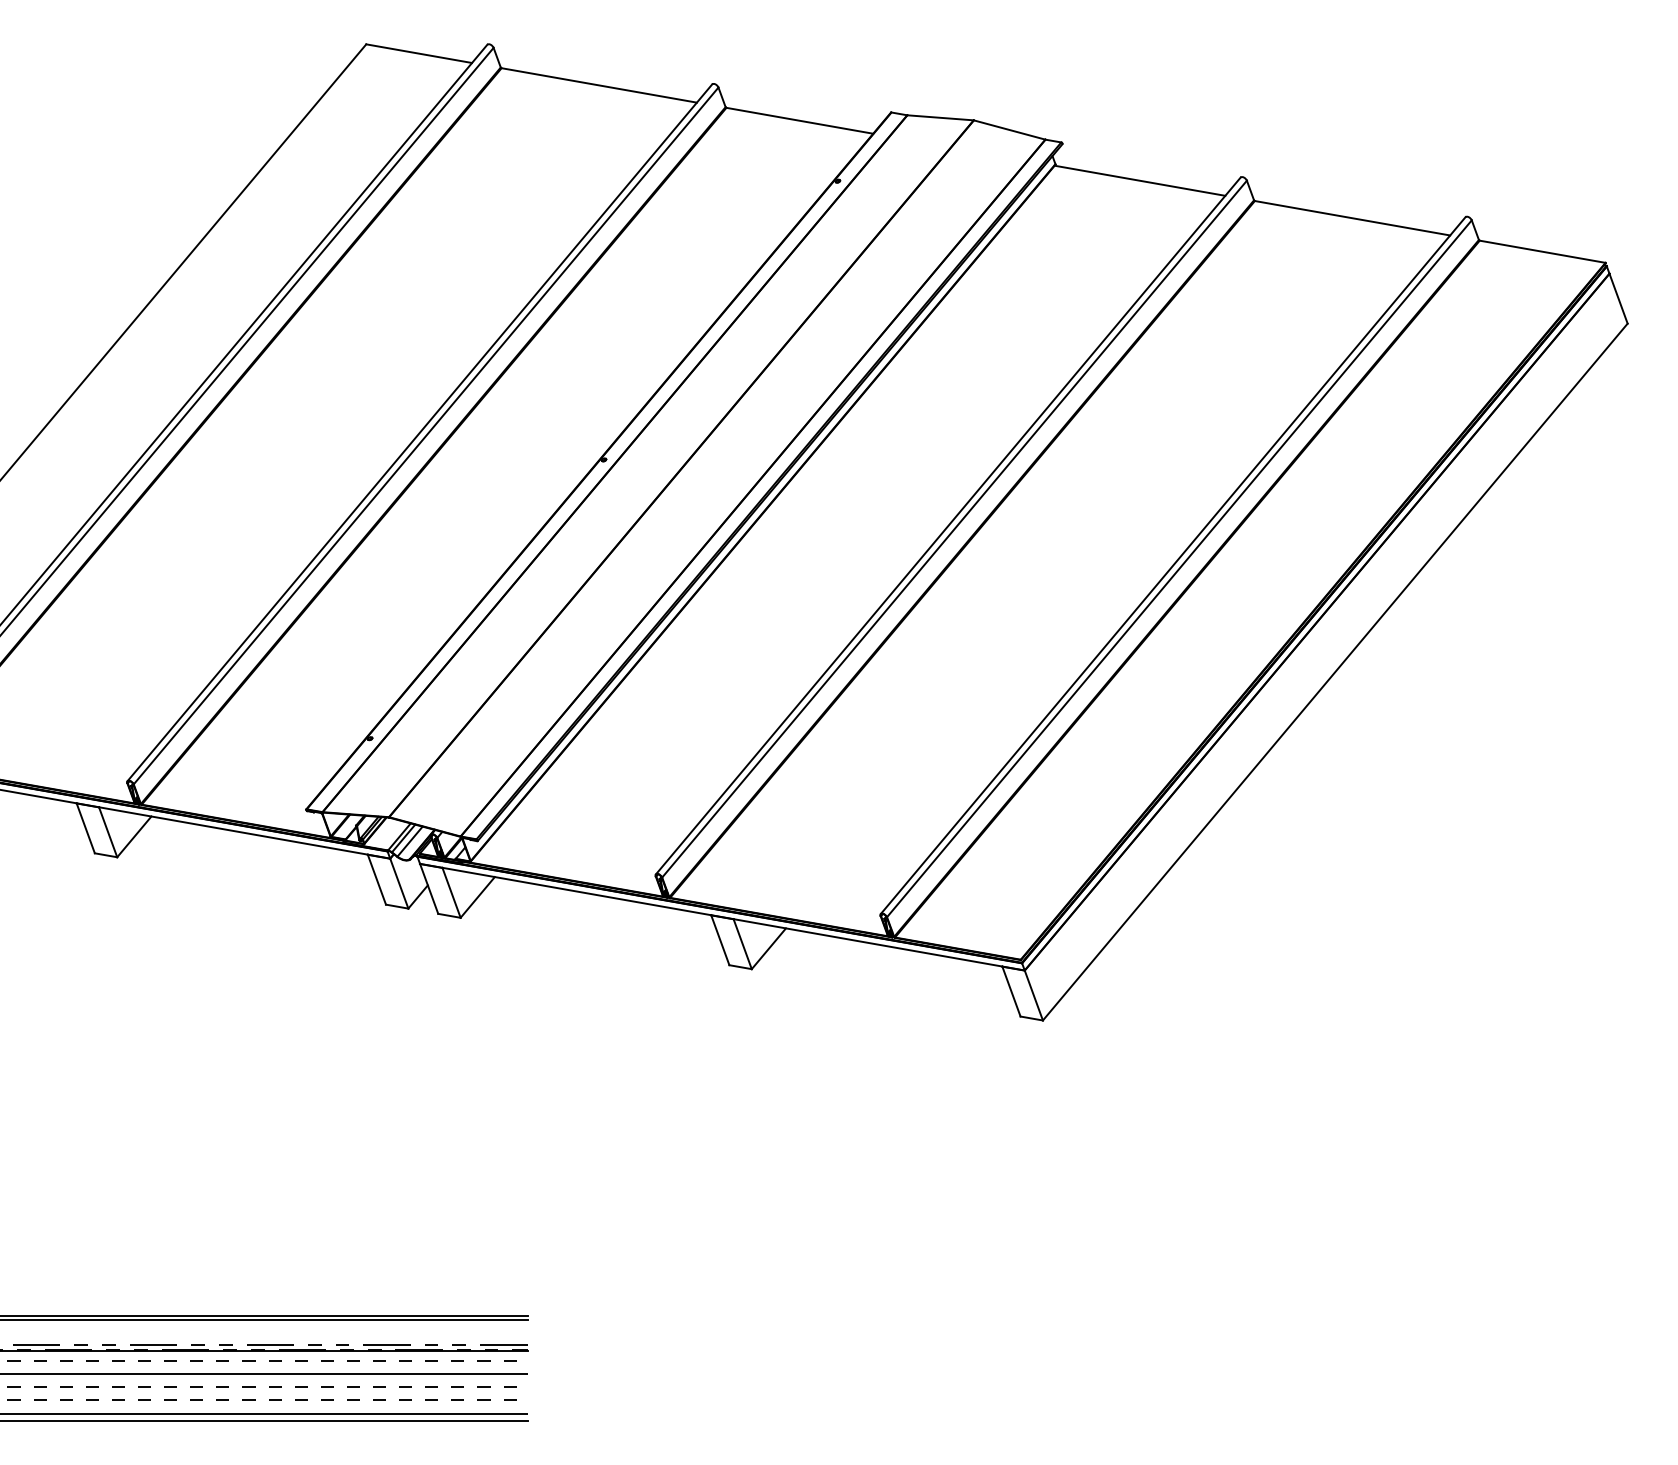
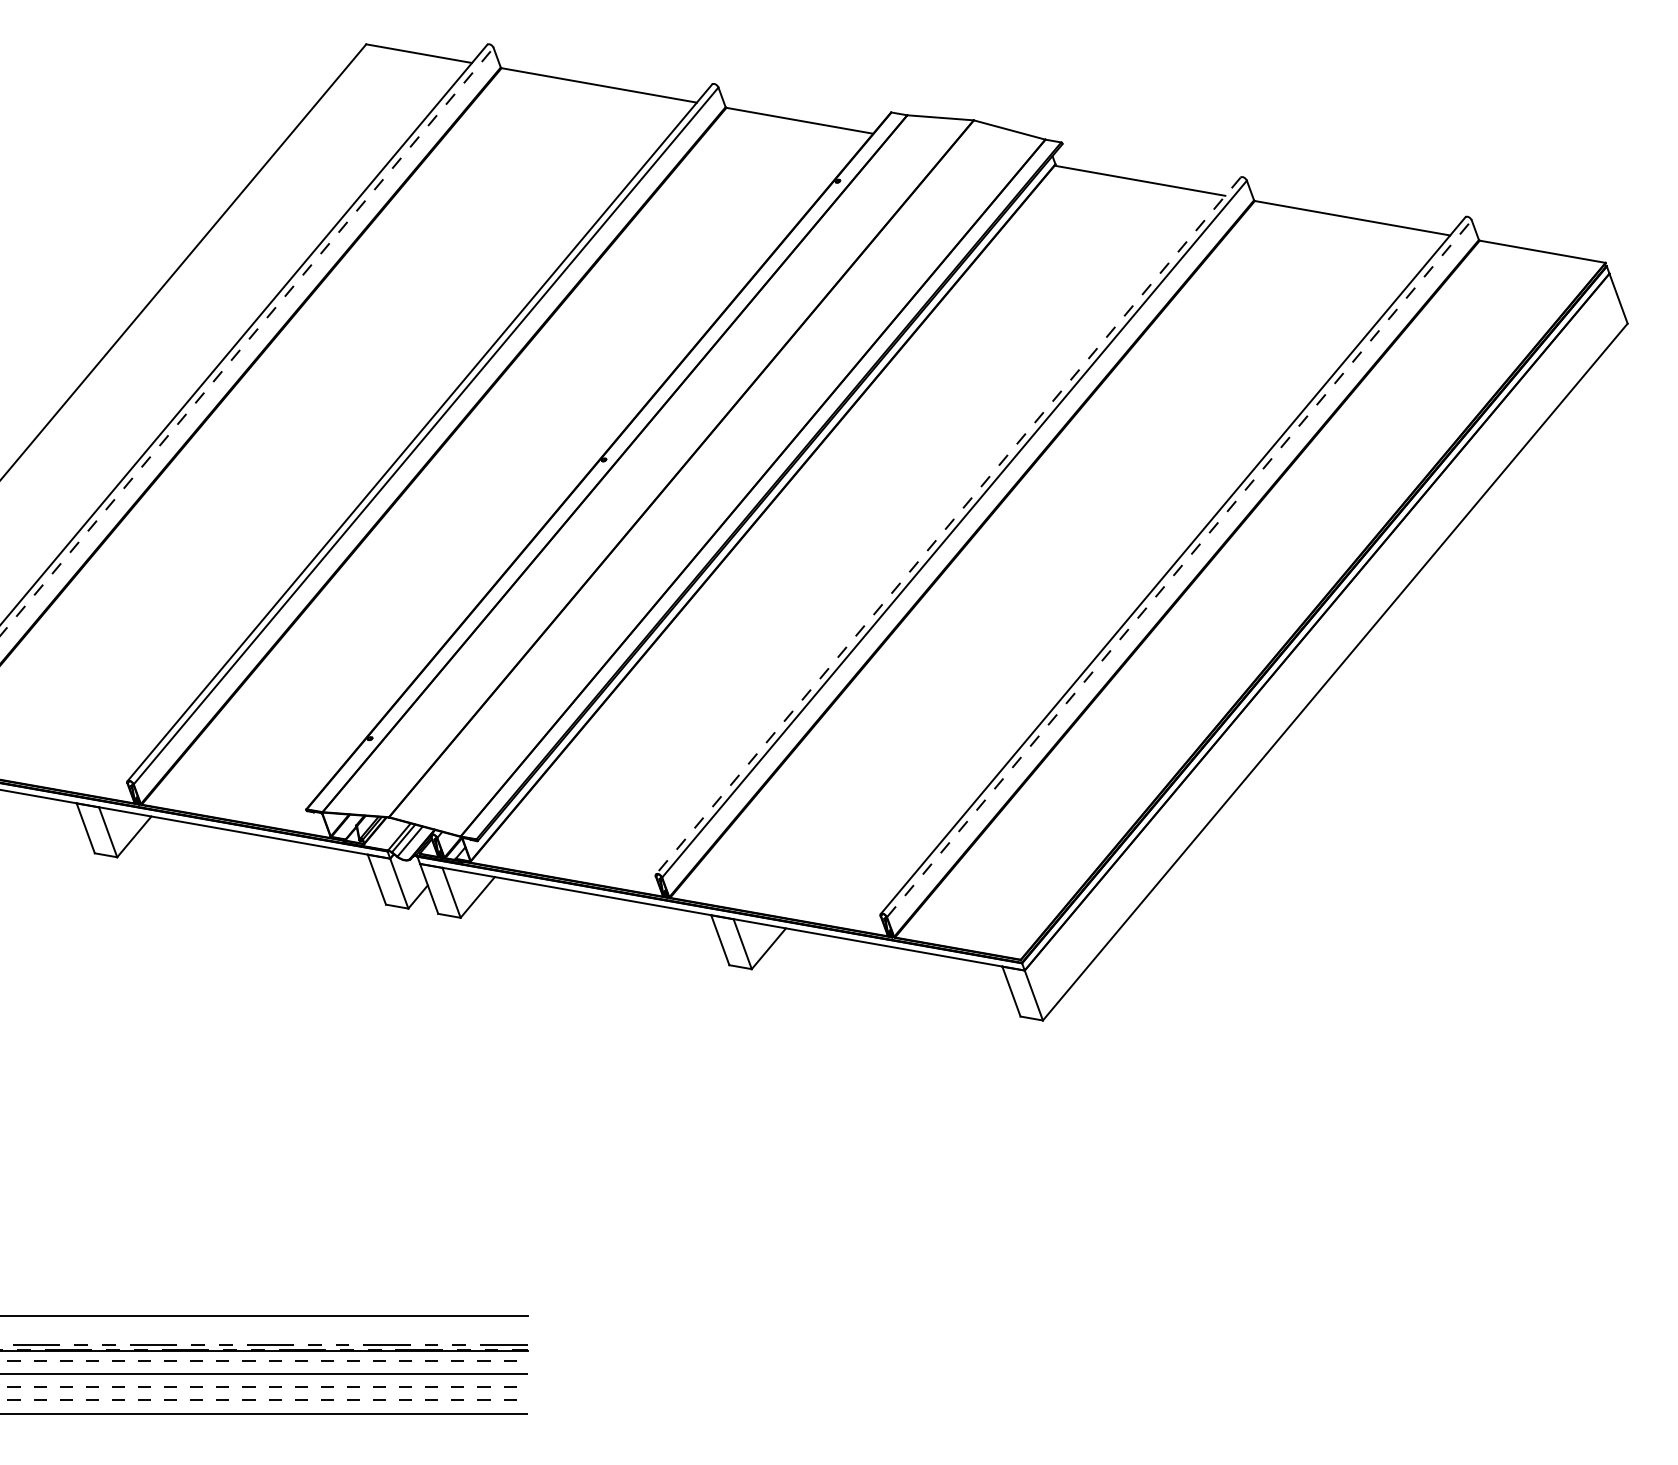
line at (246, 341): solid -> dashed
line at (948, 526): solid -> dashed
line at (1179, 568): solid -> dashed
line at (264, 1319): present -> none
line at (264, 1420): present -> none
